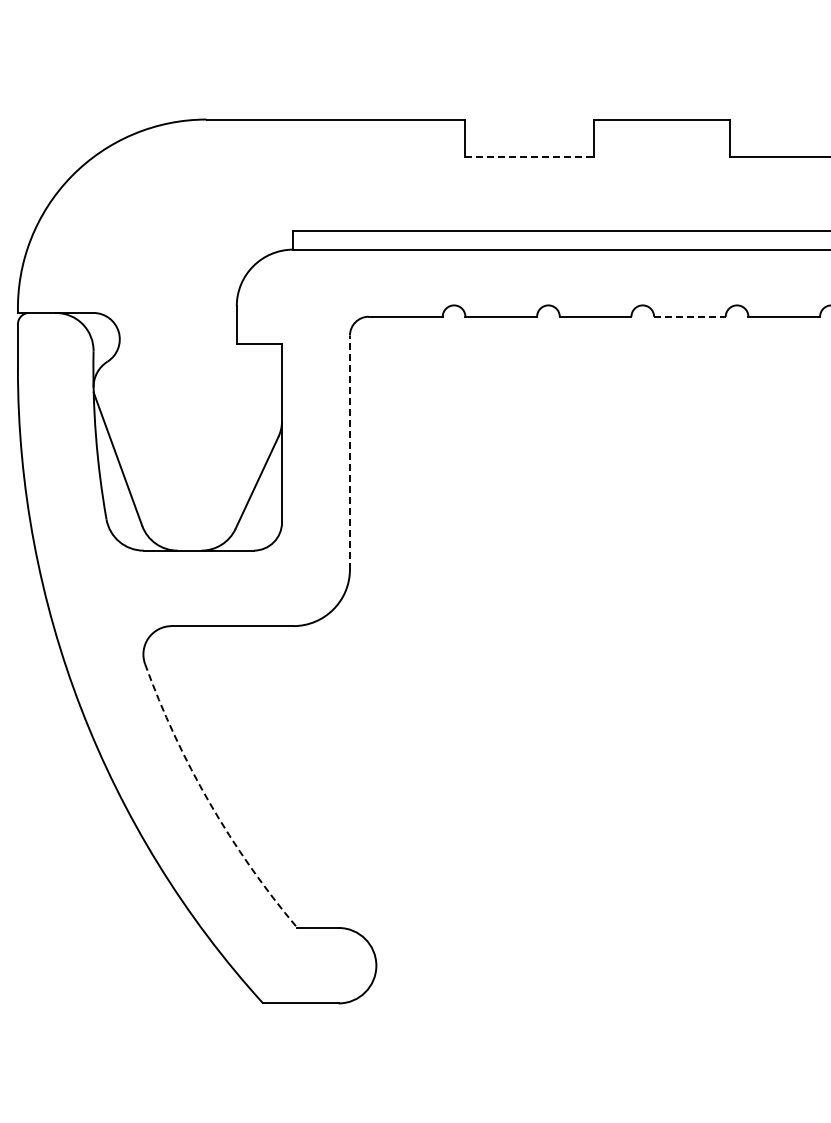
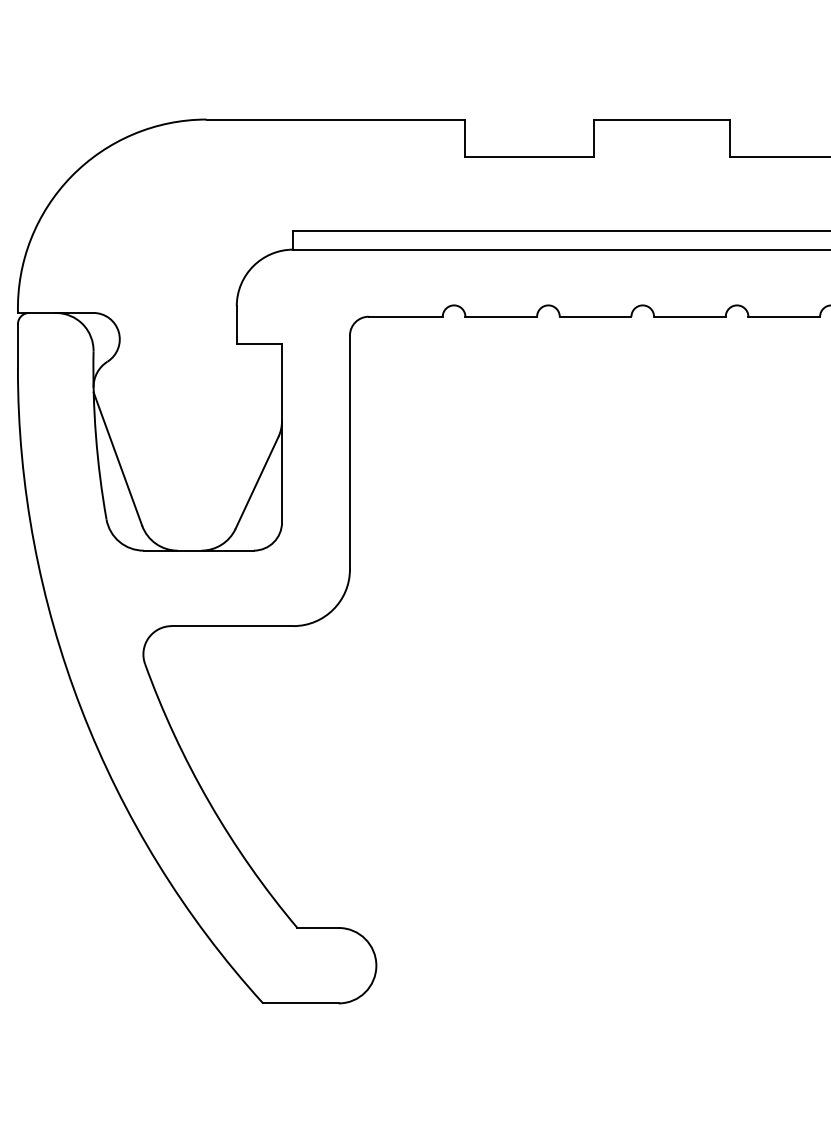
line at (530, 157): dashed -> solid
line at (689, 316): dashed -> solid
line at (349, 452): dashed -> solid
arc at (209, 802): dashed -> solid
